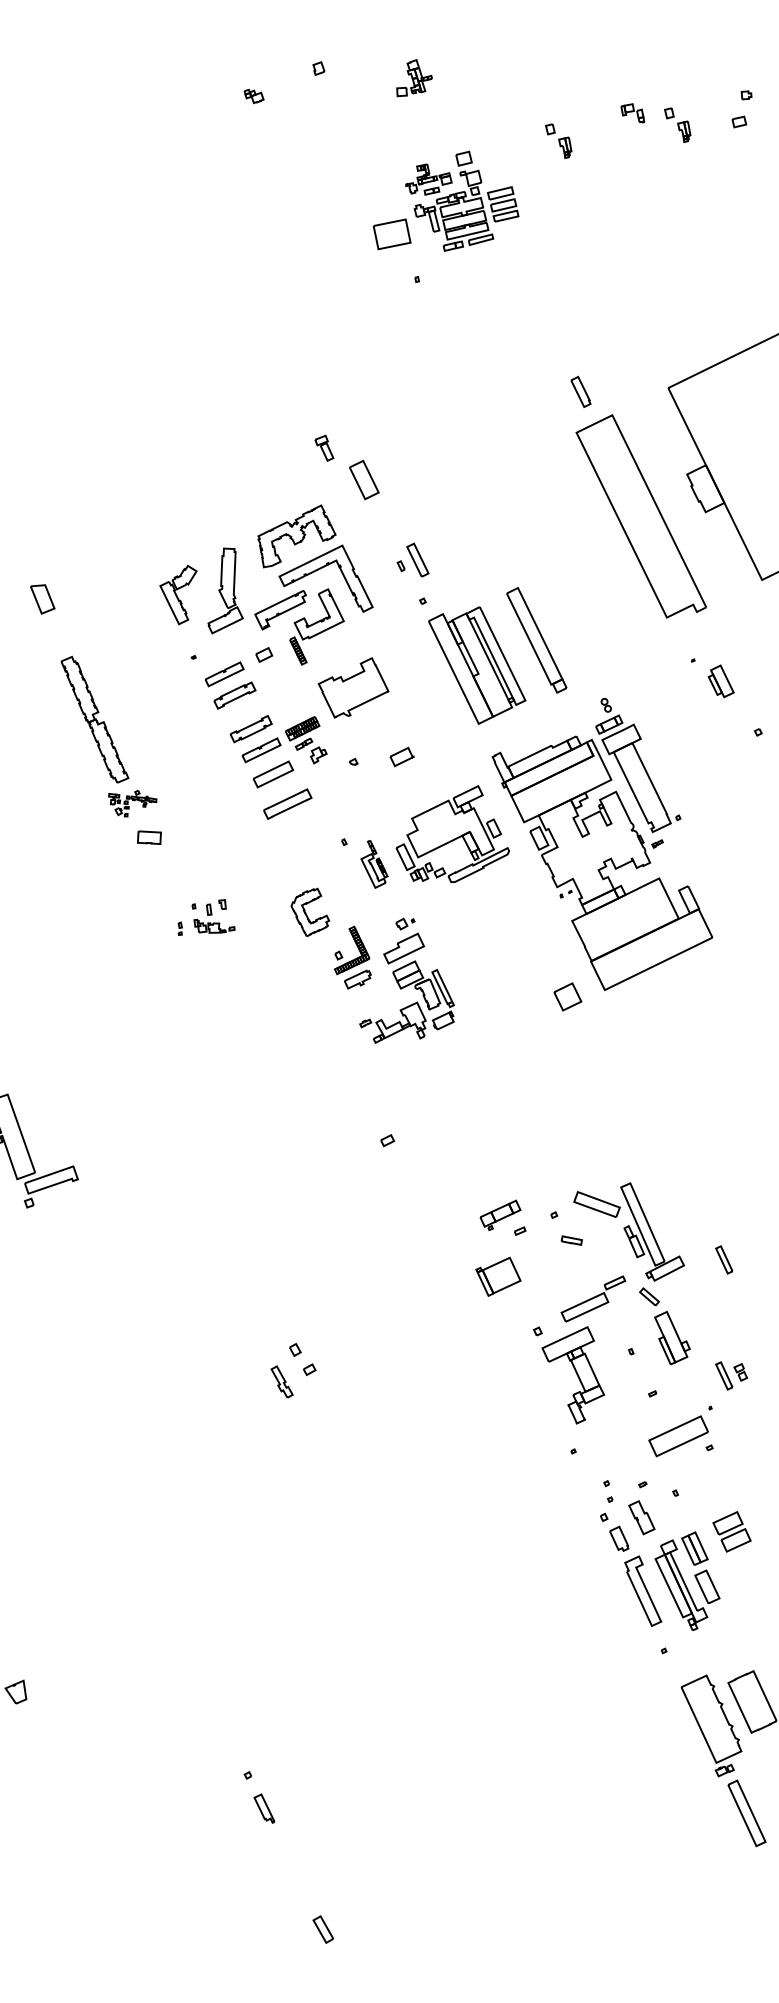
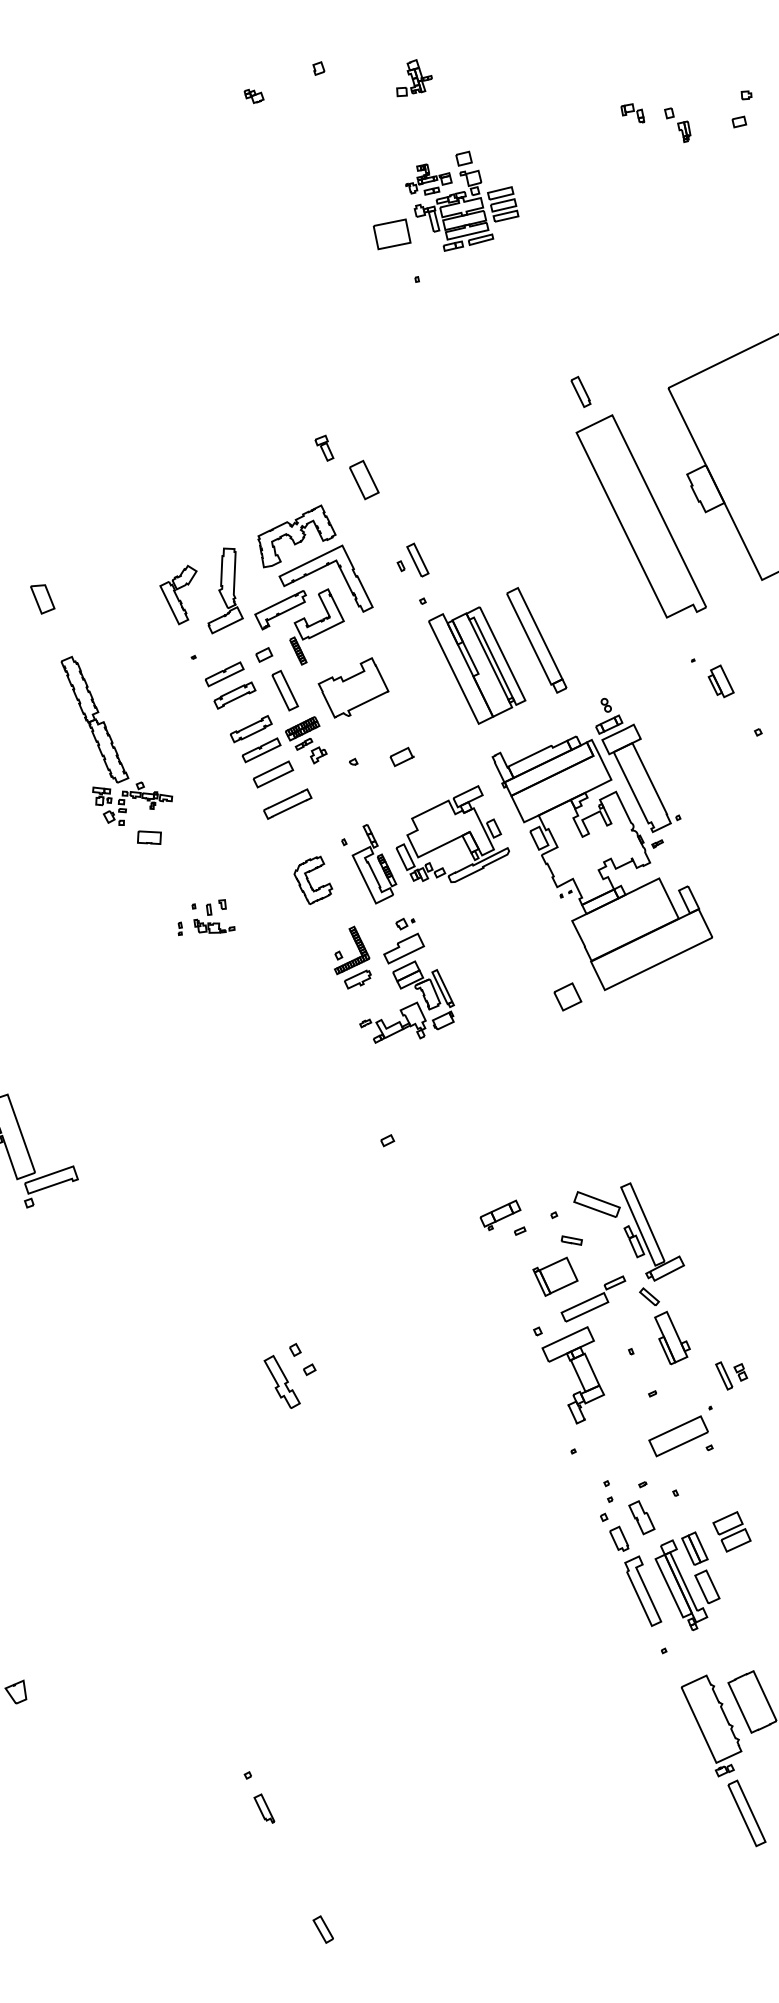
part at (558, 140): present -> none
part at (285, 690): none -> present
part at (132, 803) size: 50x28 px -> 82x45 px
part at (374, 864) size: 29x49 px -> 47x81 px
part at (310, 911) position: (310, 911) -> (313, 879)
part at (724, 1259): present -> none
part at (498, 1276) position: (498, 1276) -> (555, 1276)
part at (281, 1381) size: 24x34 px -> 38x54 px
